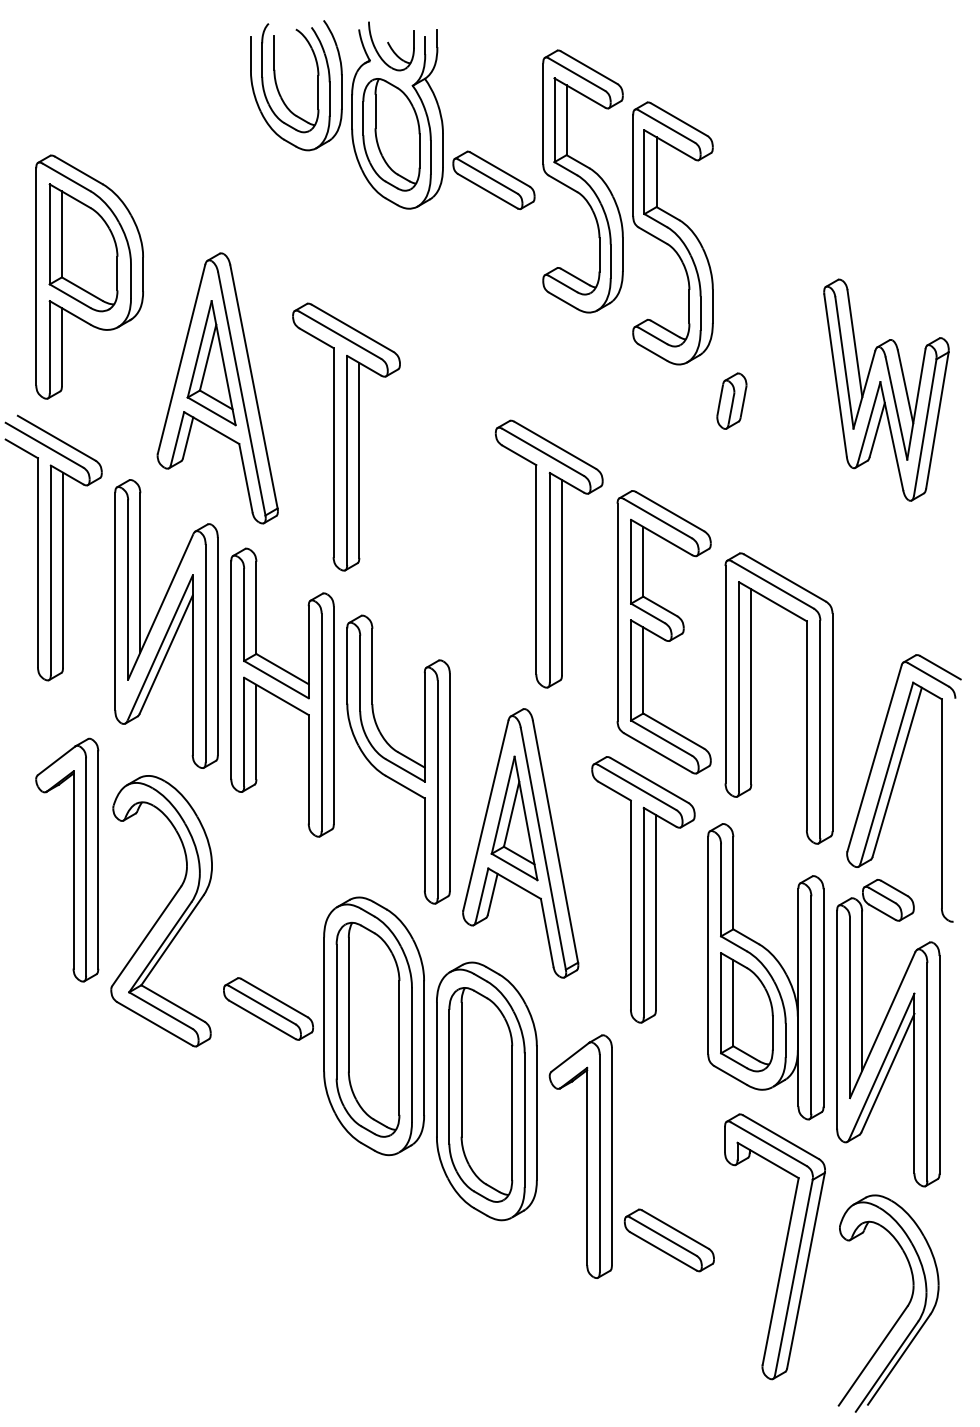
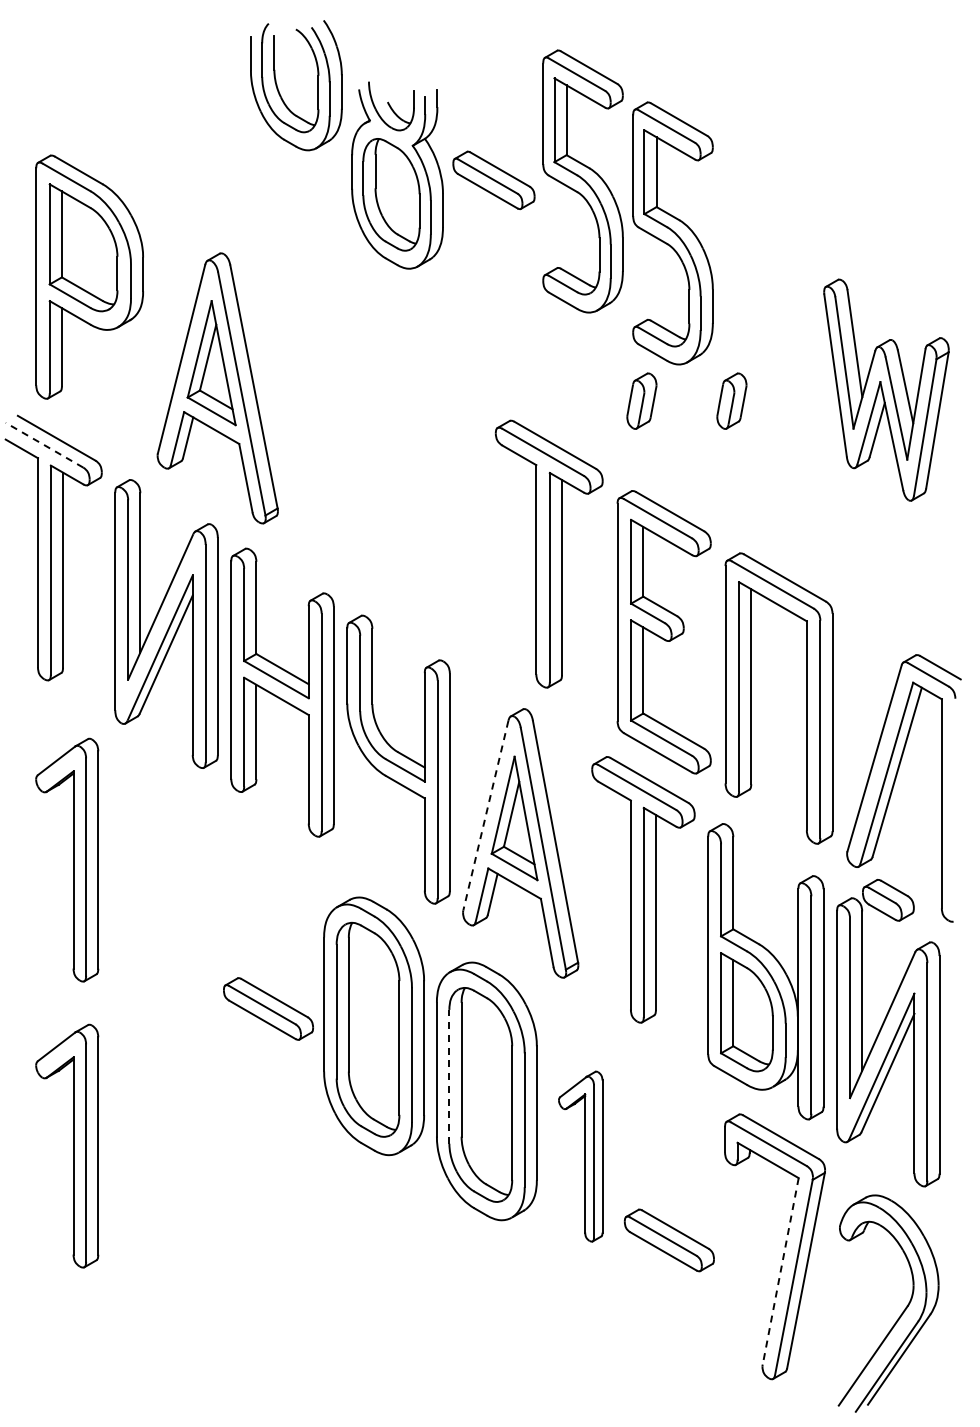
part at (397, 115) position: (397, 115) -> (397, 175)
part at (641, 400): none -> present
part at (346, 436): present -> none
line at (44, 445): solid -> dashed
line at (485, 816): solid -> dashed
part at (161, 911): present -> none
line at (449, 1076): solid -> dashed
part at (67, 1145): none -> present
part at (580, 1156) size: 65x245 px -> 46x173 px
line at (780, 1271): solid -> dashed
